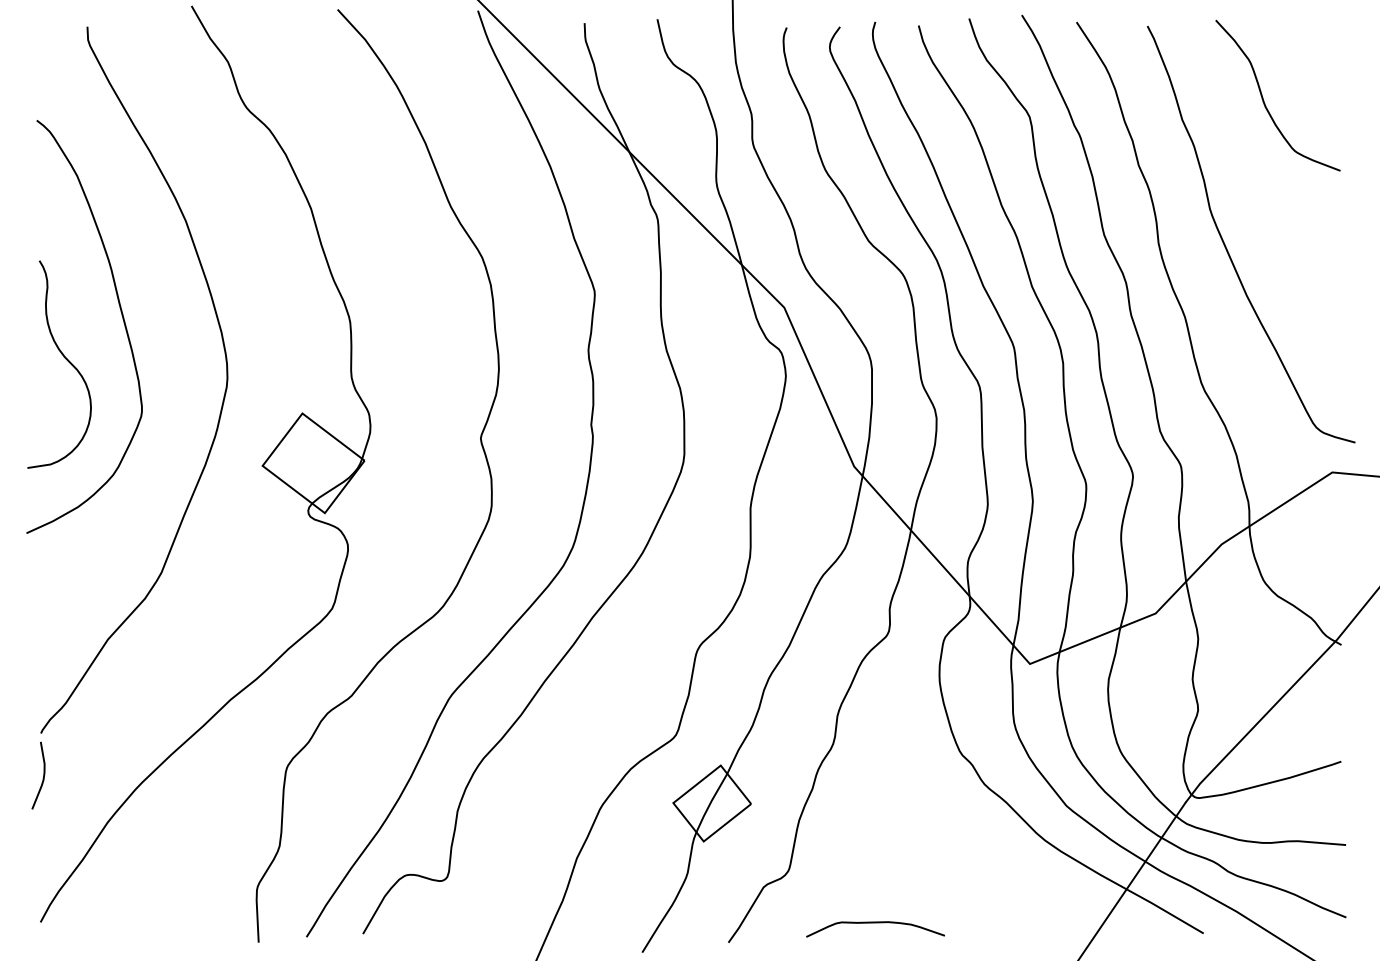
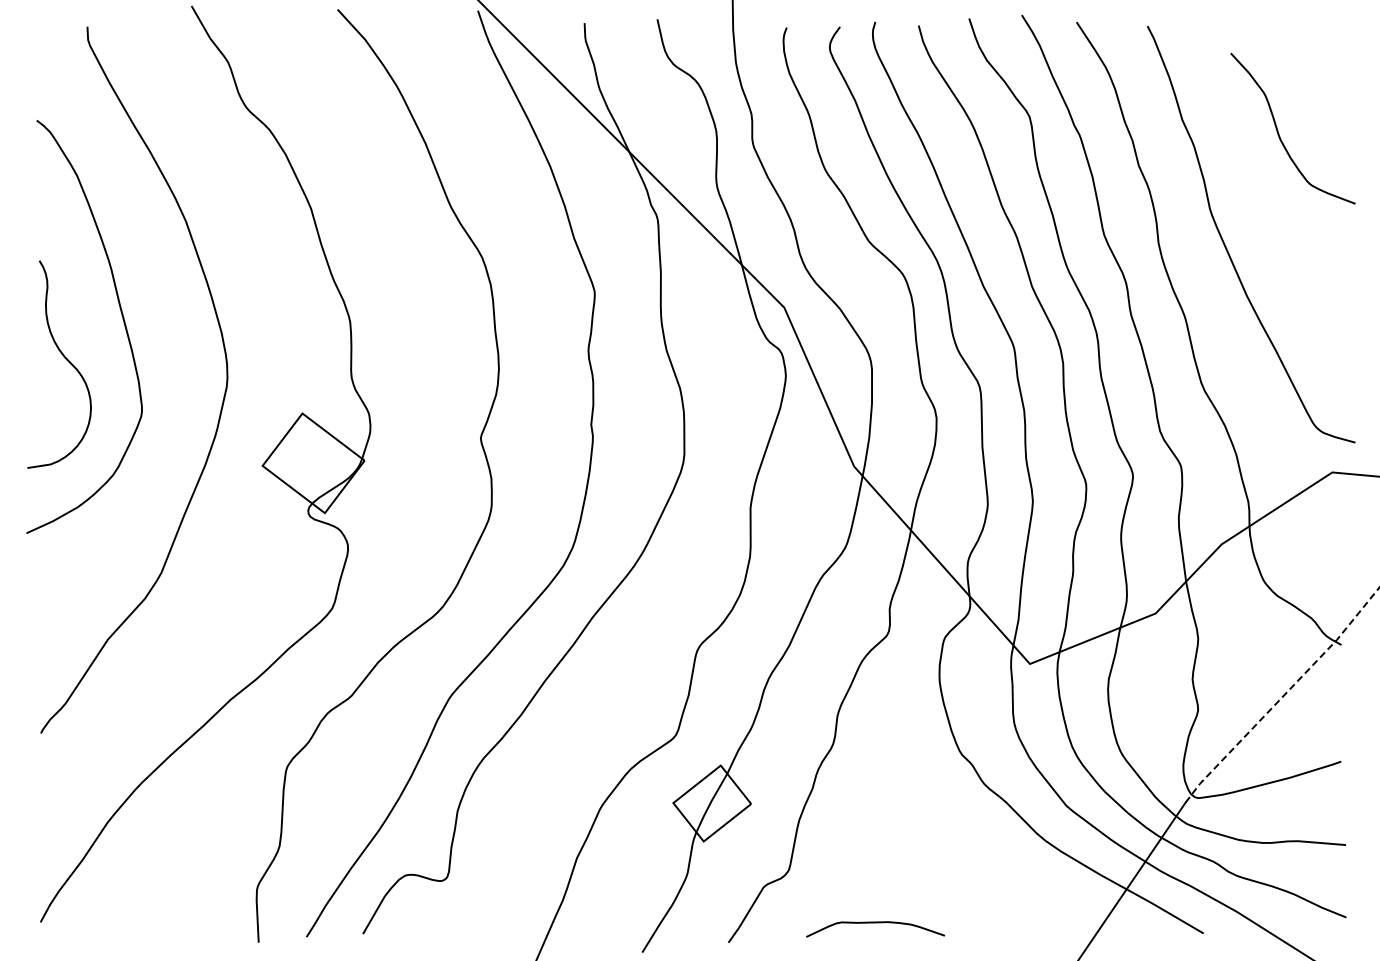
curve at (1264, 100) position: (1264, 100) -> (1279, 133)
line at (1284, 695): solid -> dashed
curve at (43, 775): present -> none
